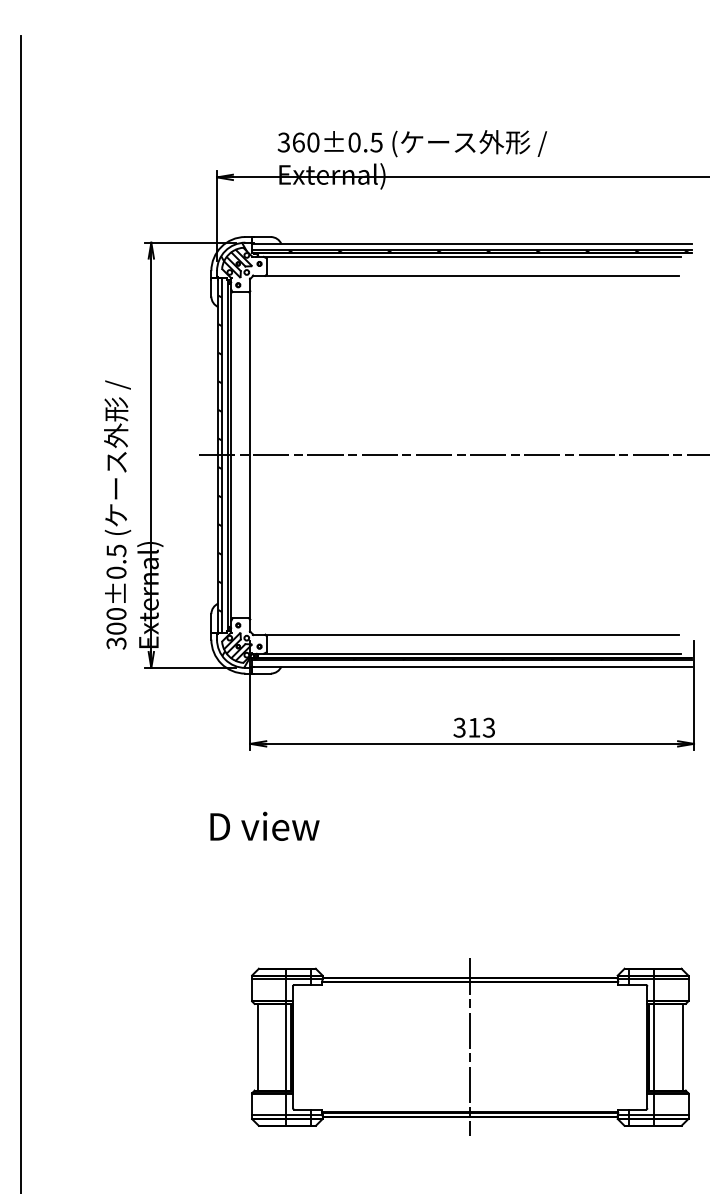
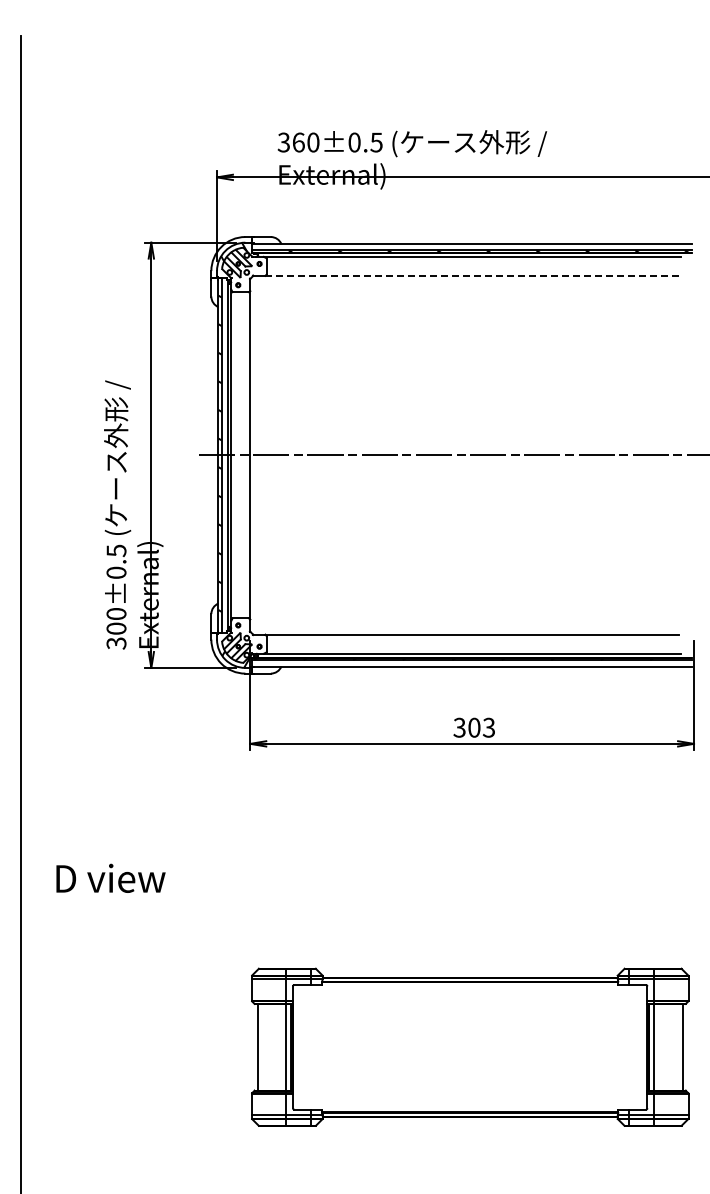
line at (472, 276): solid -> dashed
text at (474, 727): 313 -> 303
text at (264, 825) position: (264, 825) -> (110, 877)
line at (470, 1047): present -> none
